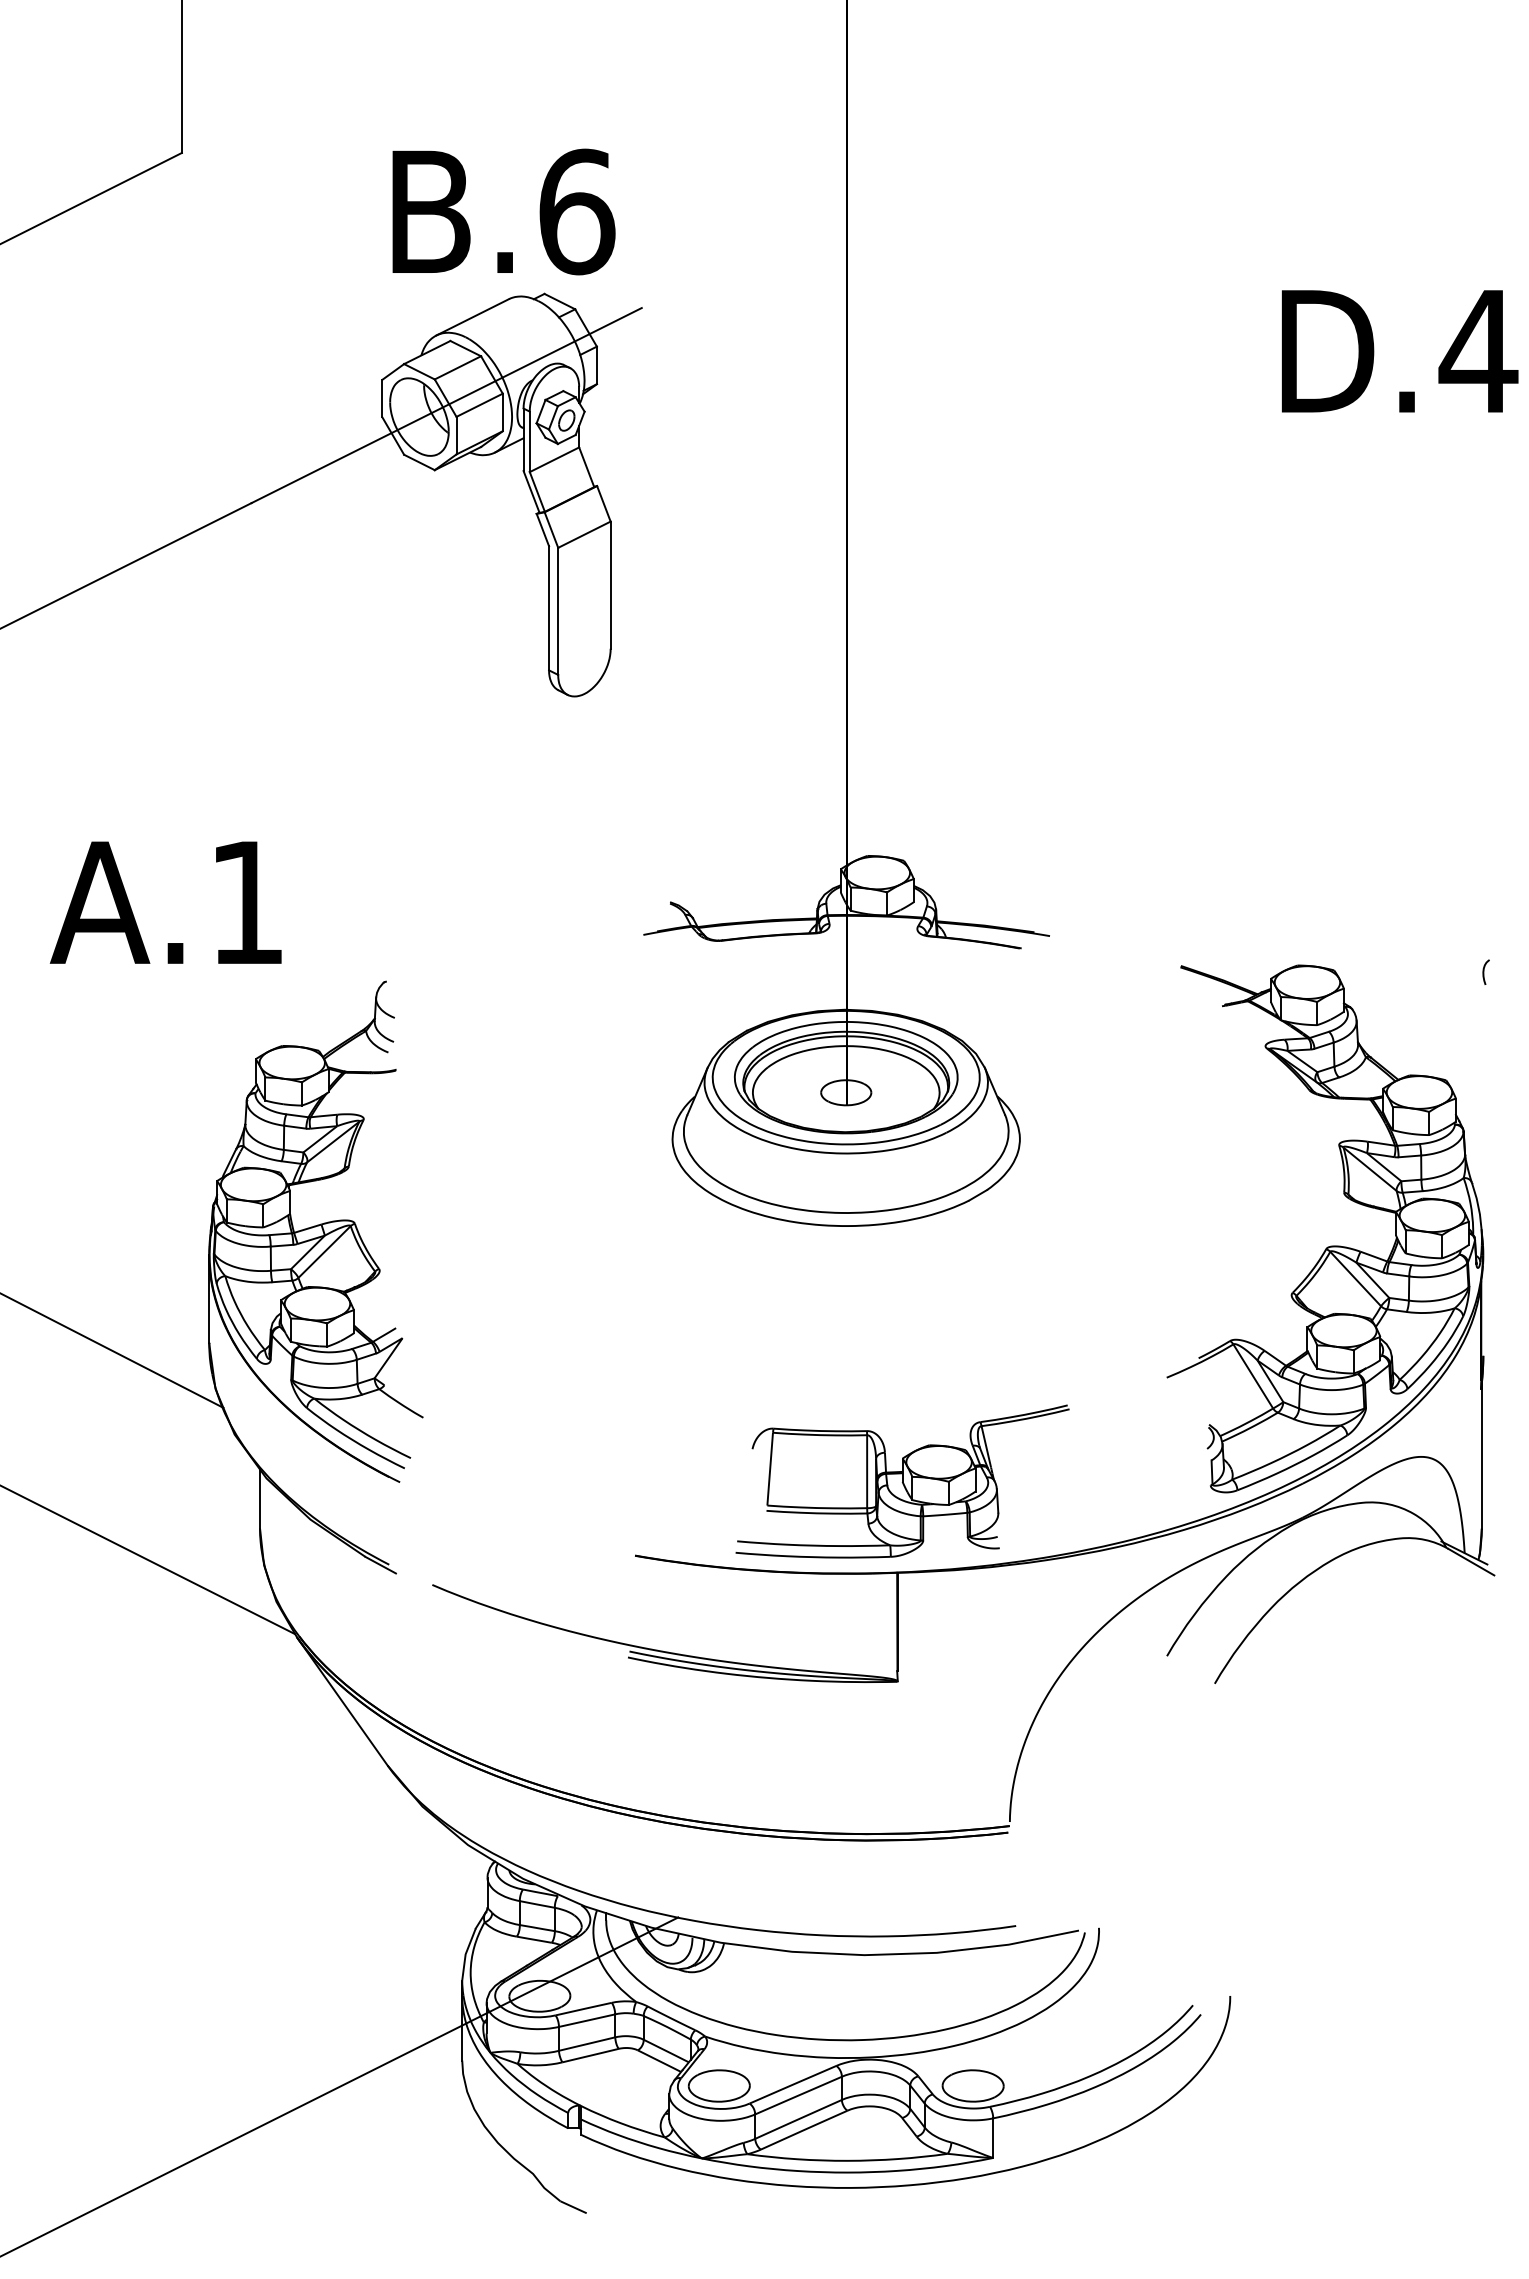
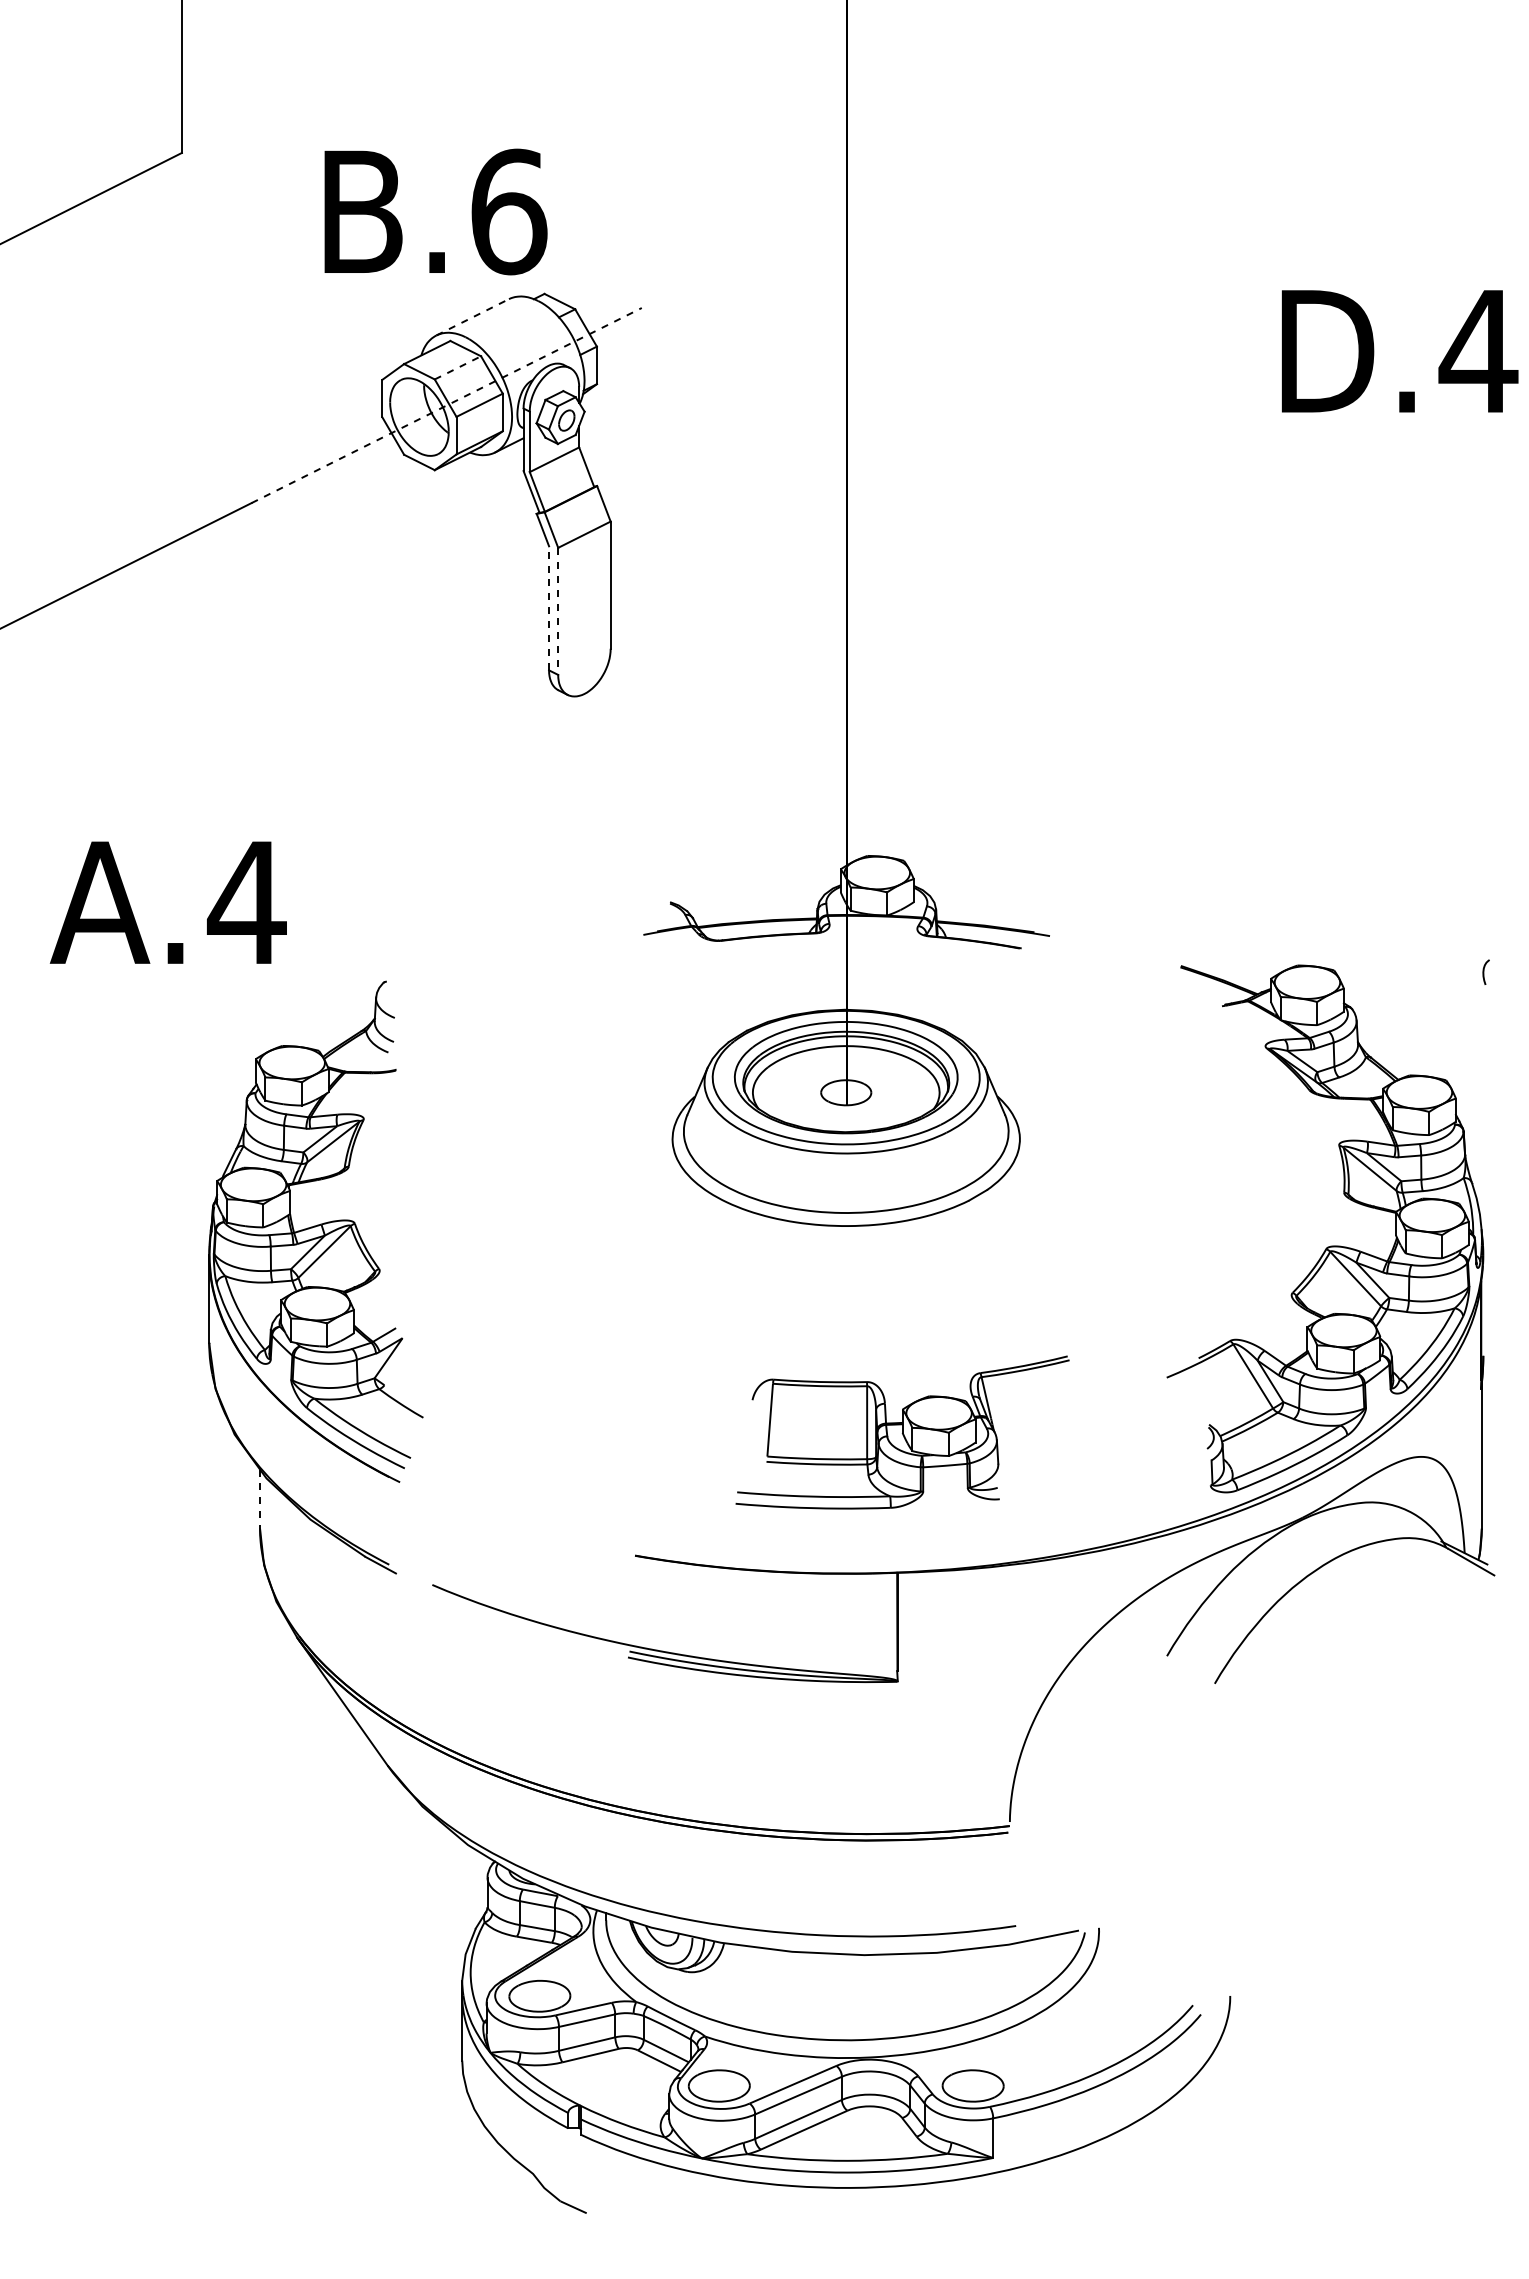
text at (503, 211) position: (503, 211) -> (435, 211)
line at (472, 317): solid -> dashed
line at (457, 367): solid -> dashed
line at (447, 405): solid -> dashed
line at (549, 607): solid -> dashed
line at (558, 611): solid -> dashed
text at (246, 902): A.1 -> A.4
line at (112, 1350): present -> none
part at (902, 1481) position: (902, 1481) -> (902, 1432)
line at (260, 1499): solid -> dashed
line at (148, 1560): present -> none
line at (340, 2086): present -> none
